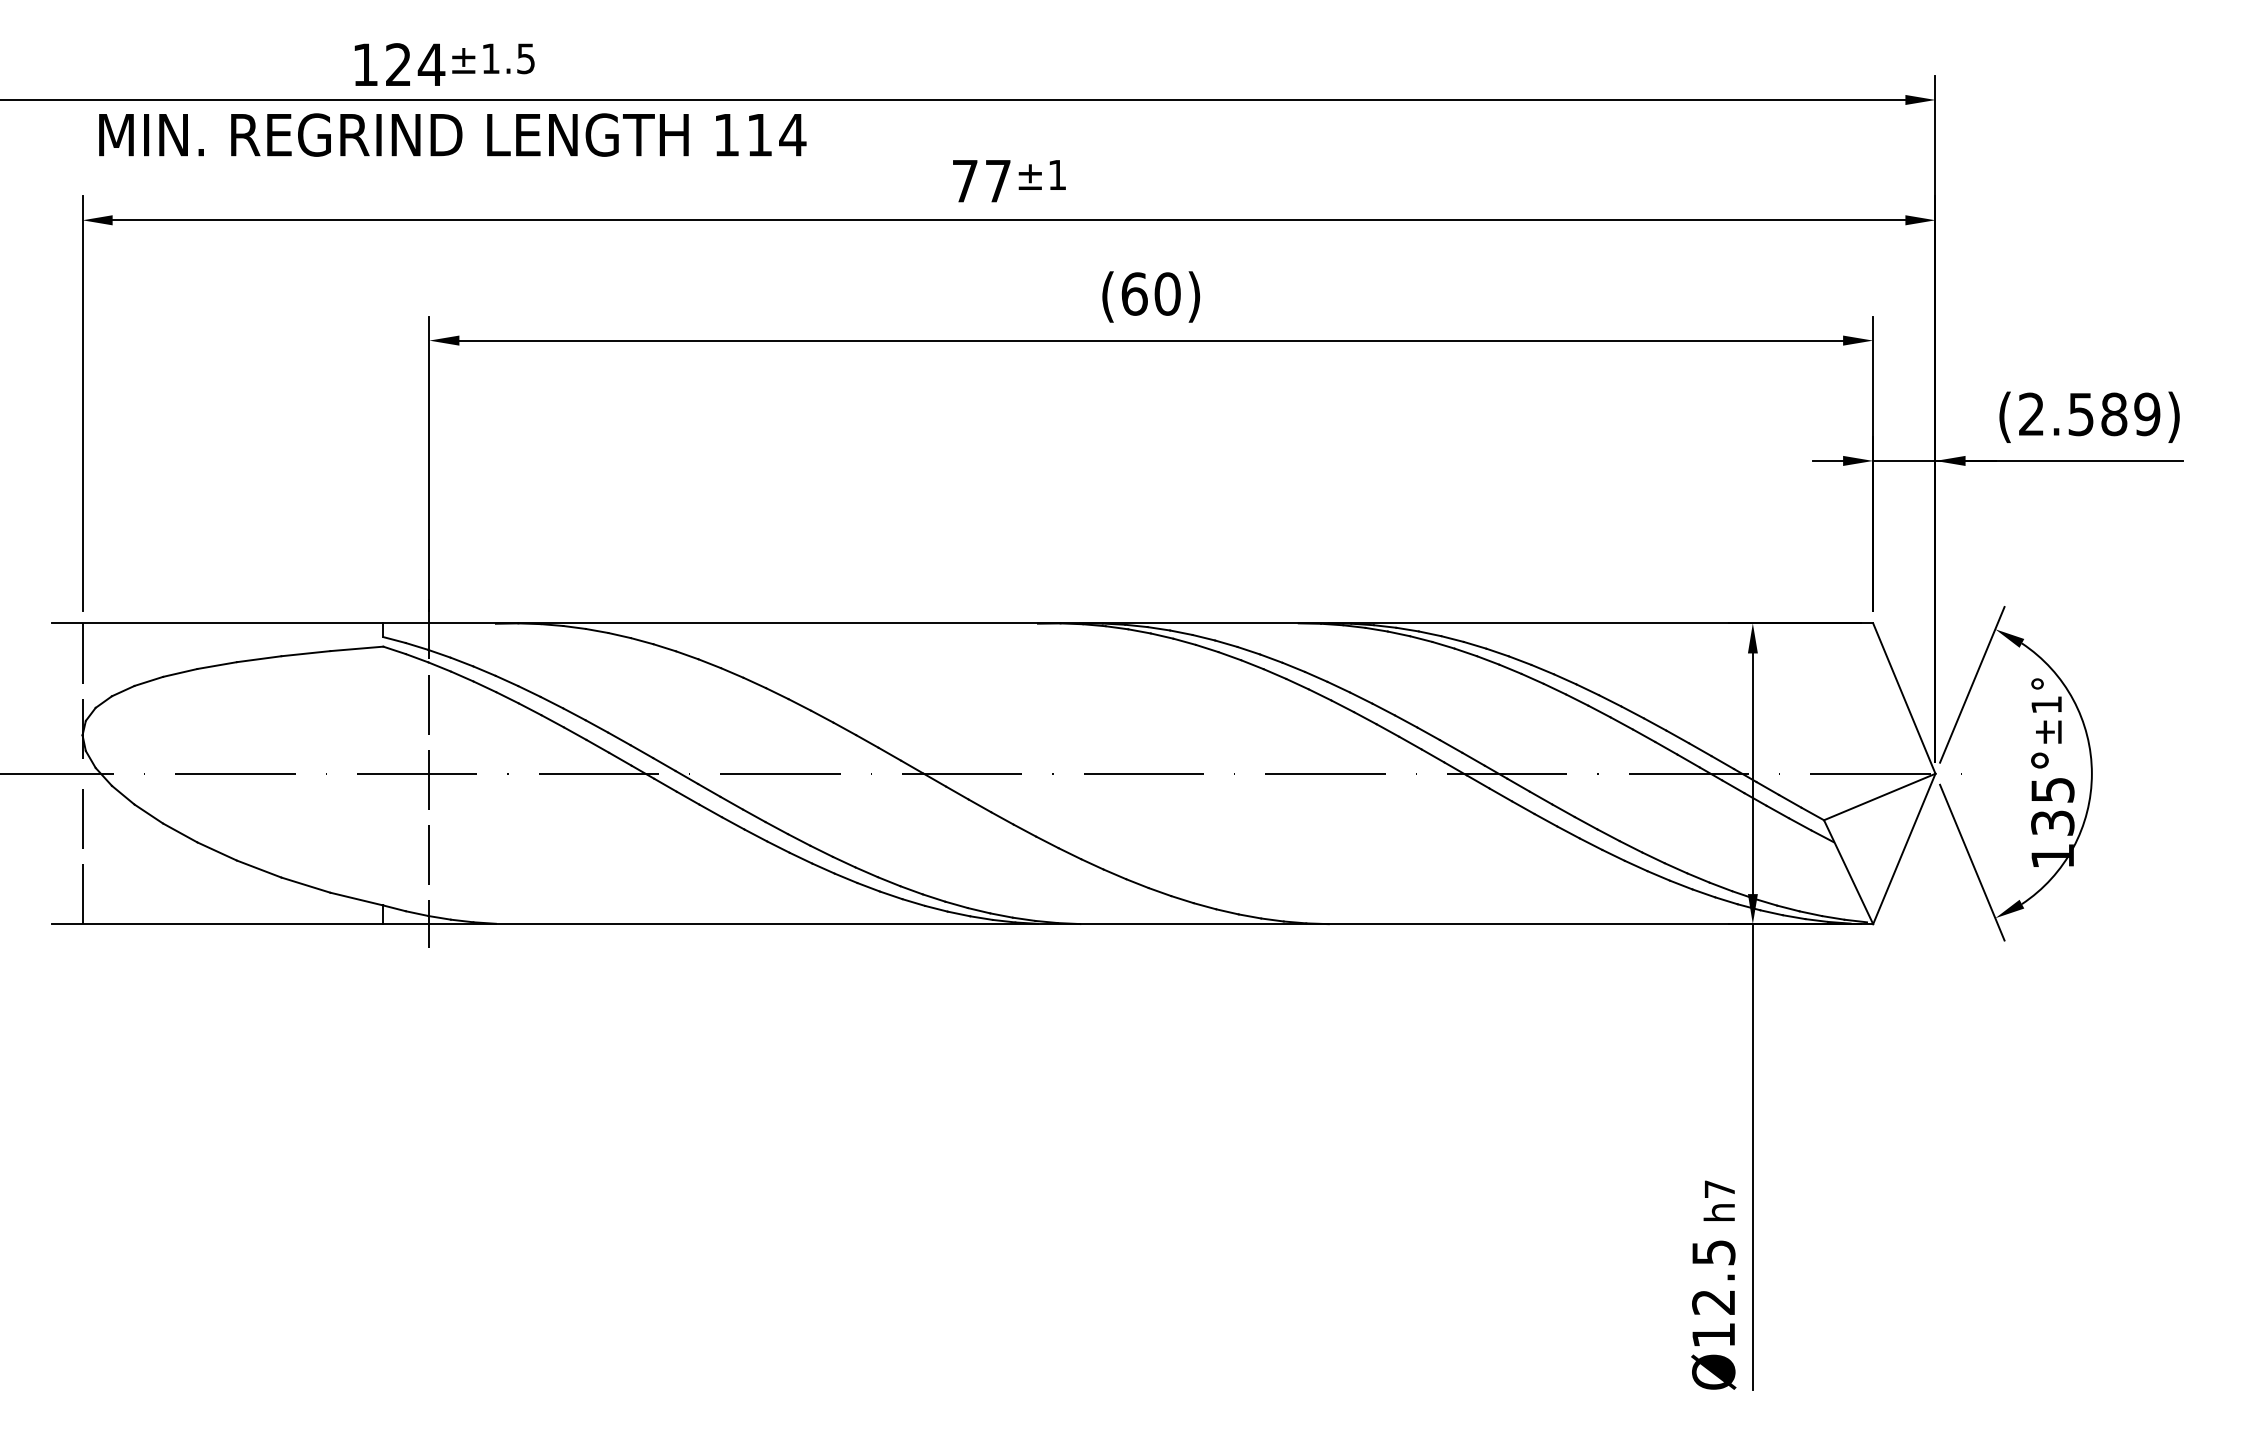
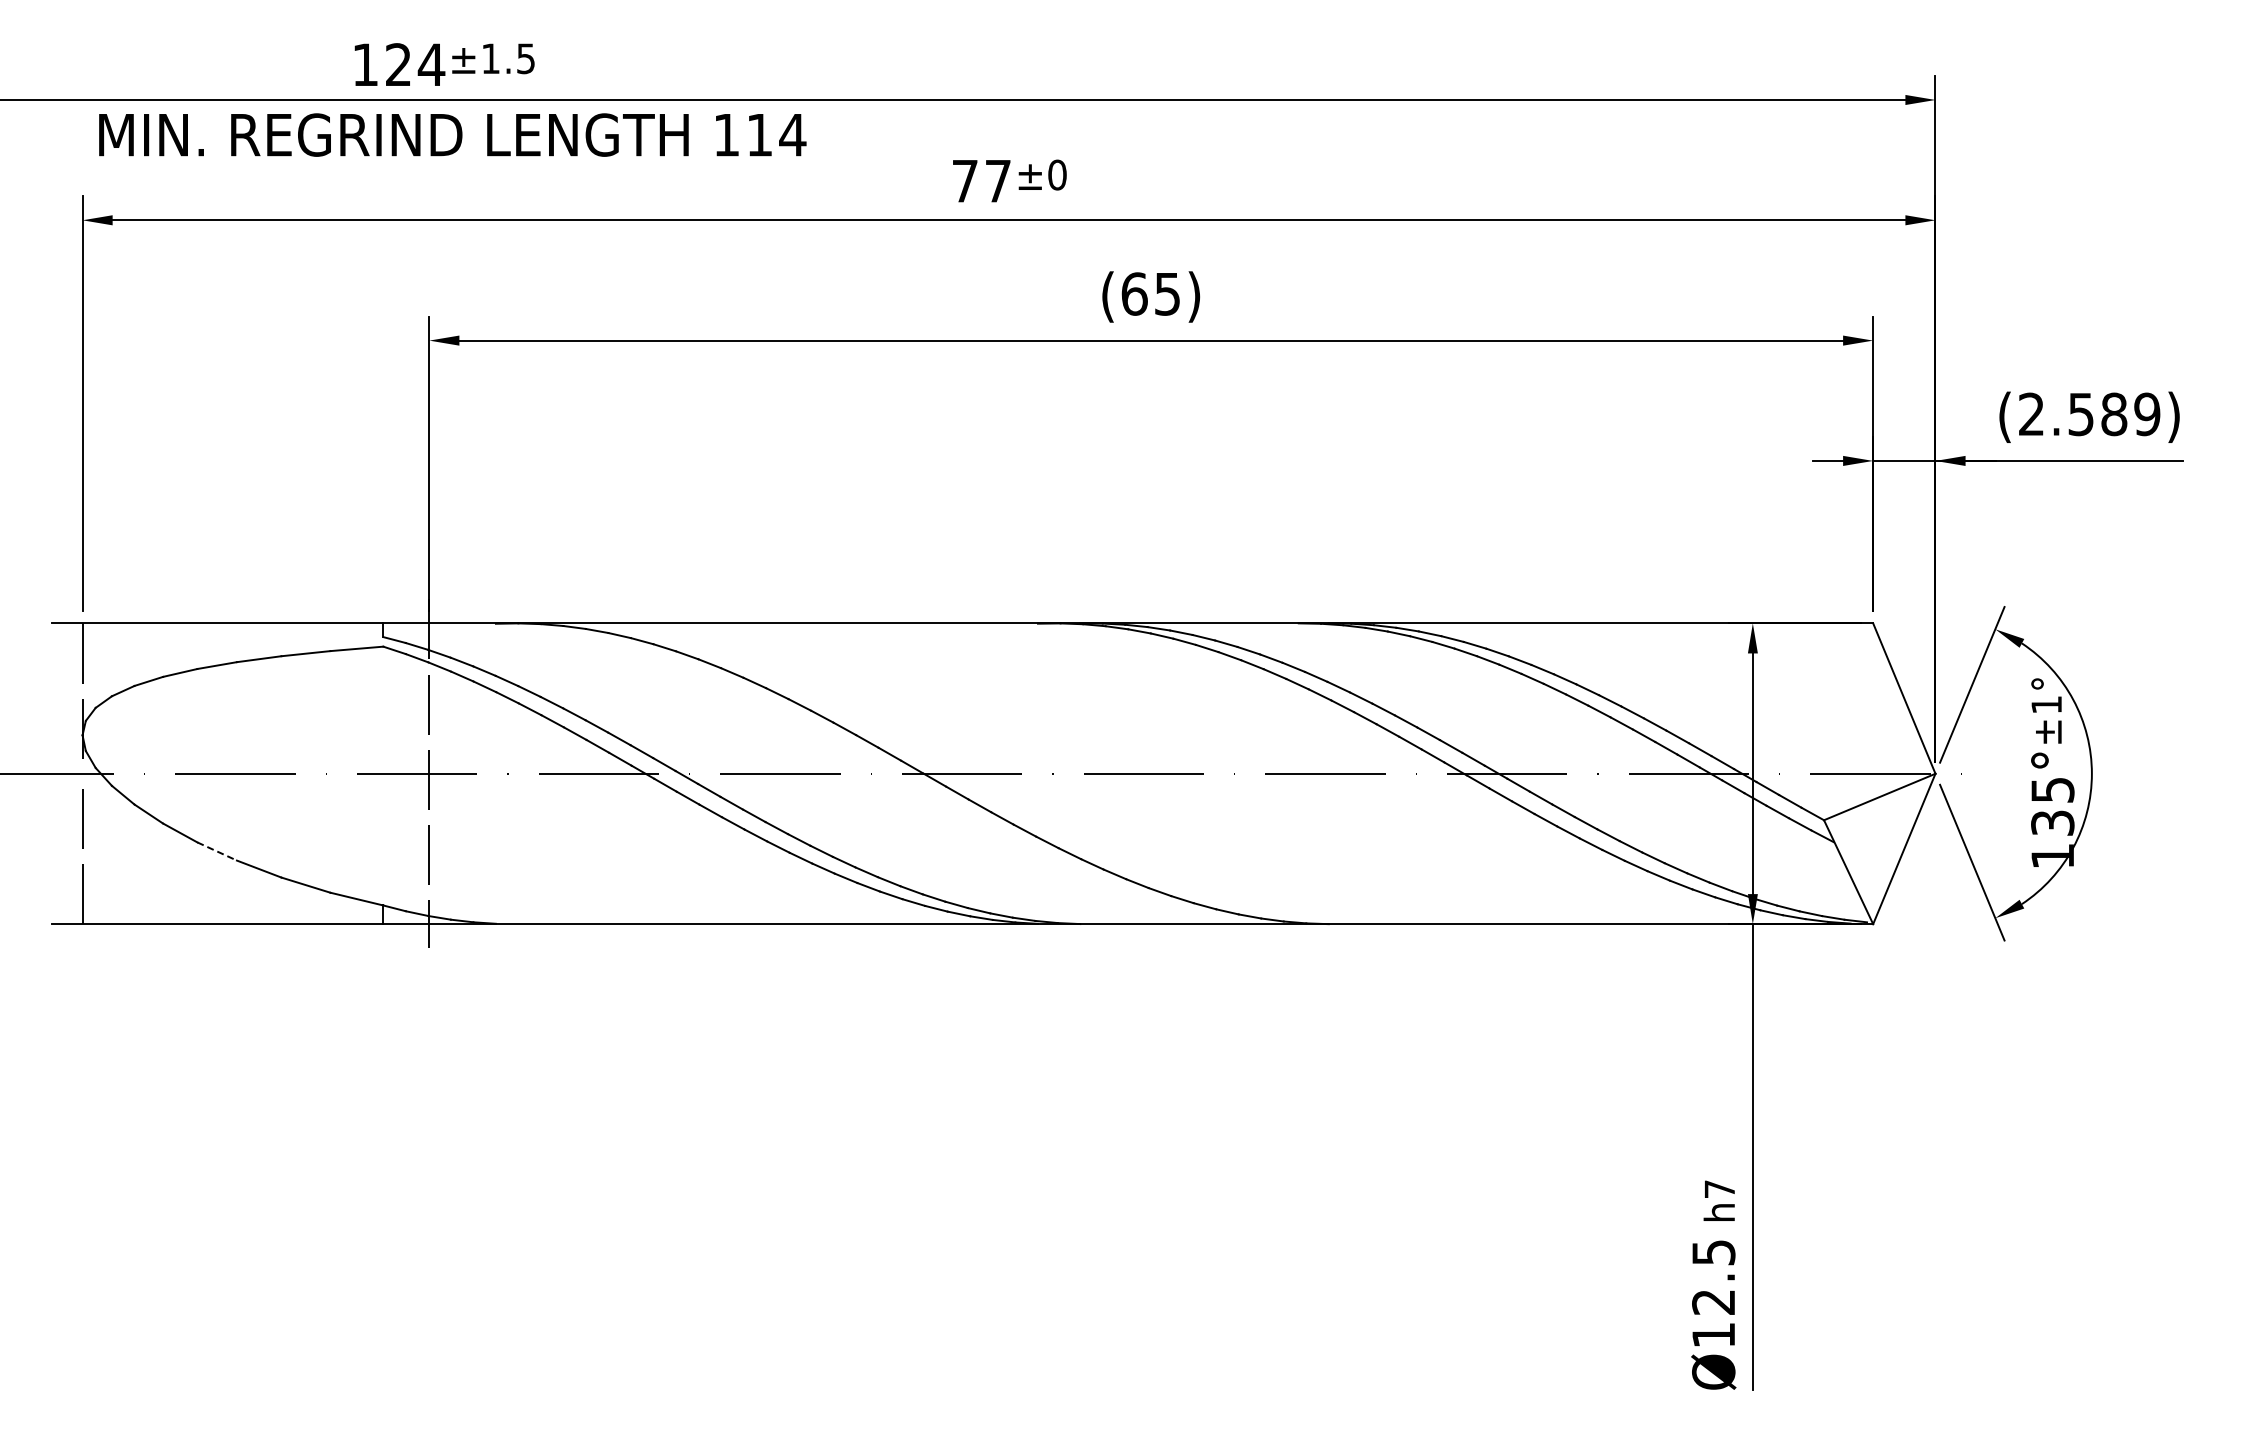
text at (1057, 174): ±1 -> ±0
text at (1167, 293): (60) -> (65)
line at (217, 851): solid -> dashed
